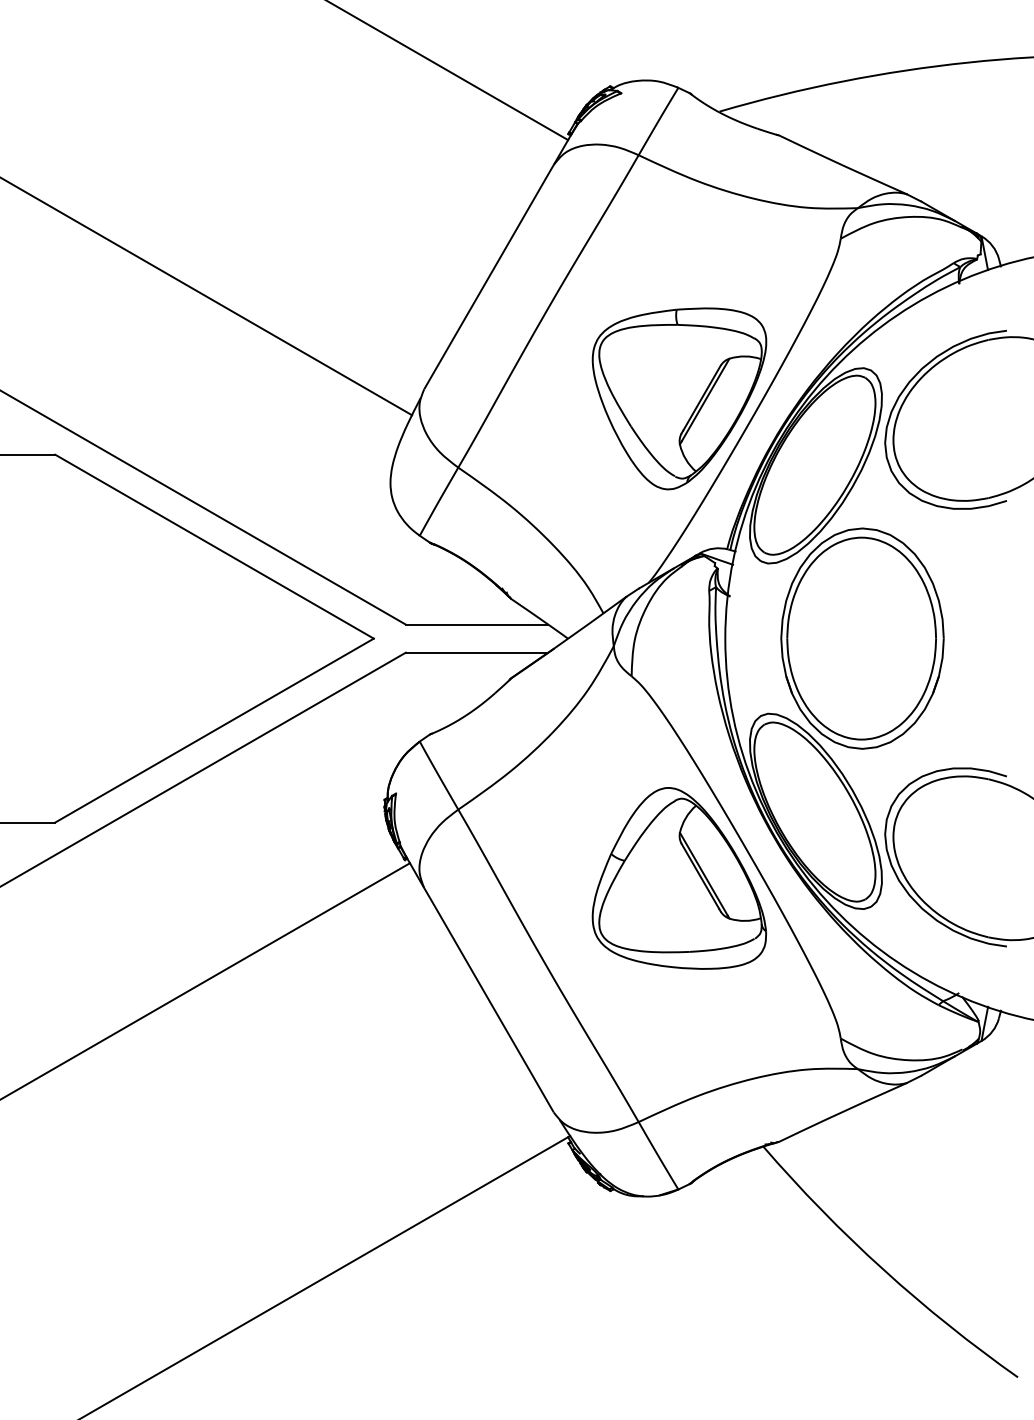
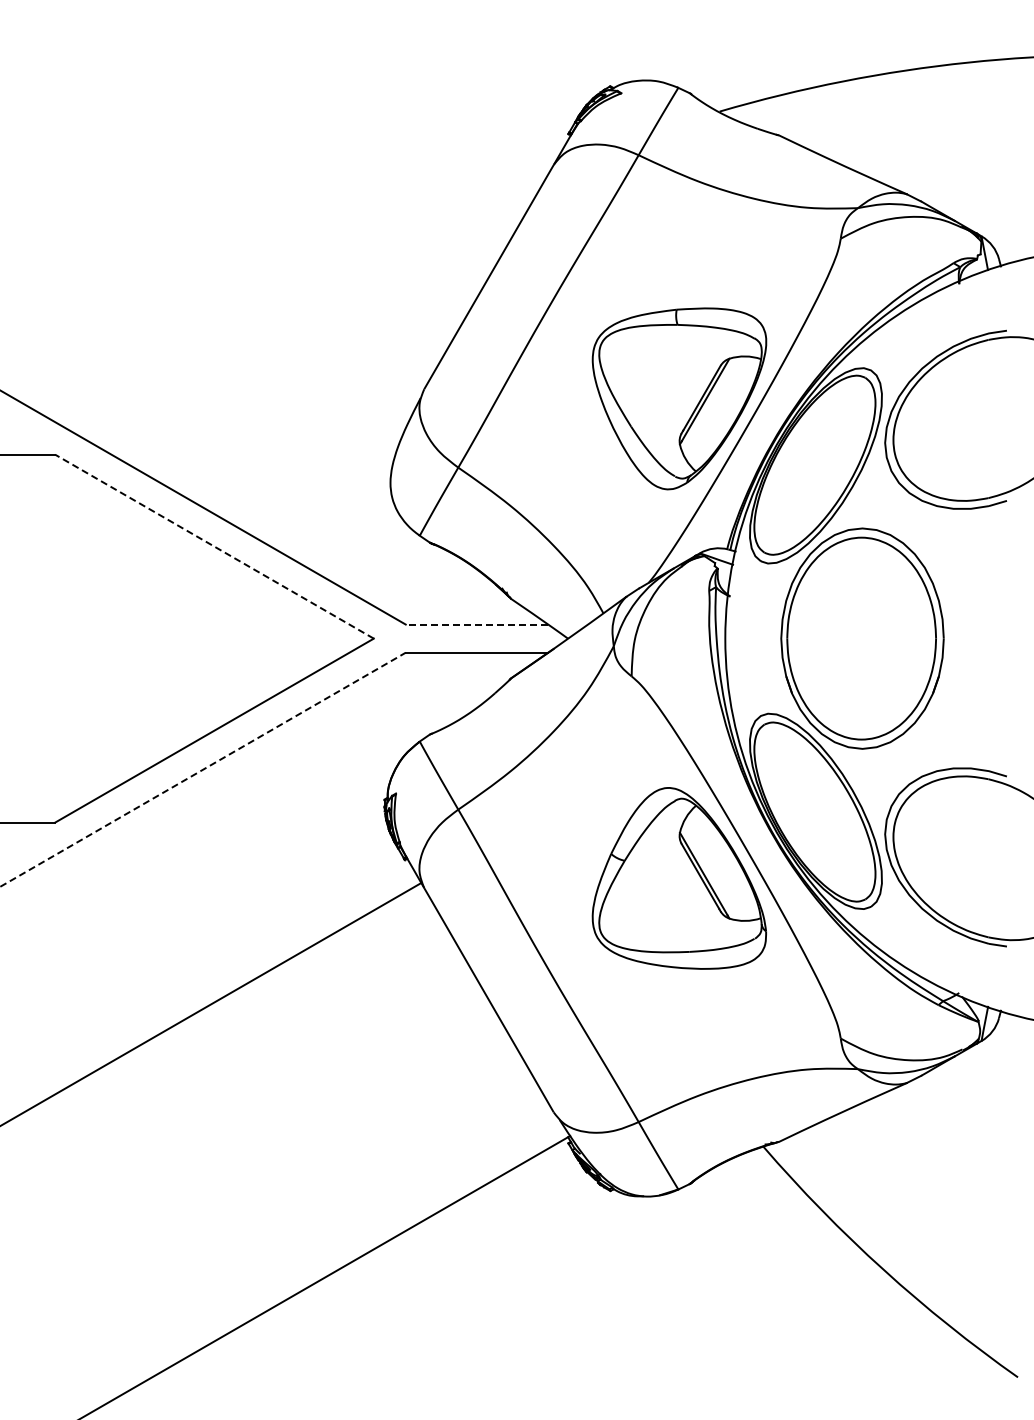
line at (448, 71): present -> none
line at (207, 296): present -> none
line at (214, 546): solid -> dashed
line at (476, 624): solid -> dashed
line at (203, 769): solid -> dashed
line at (205, 980) position: (205, 980) -> (211, 1003)
